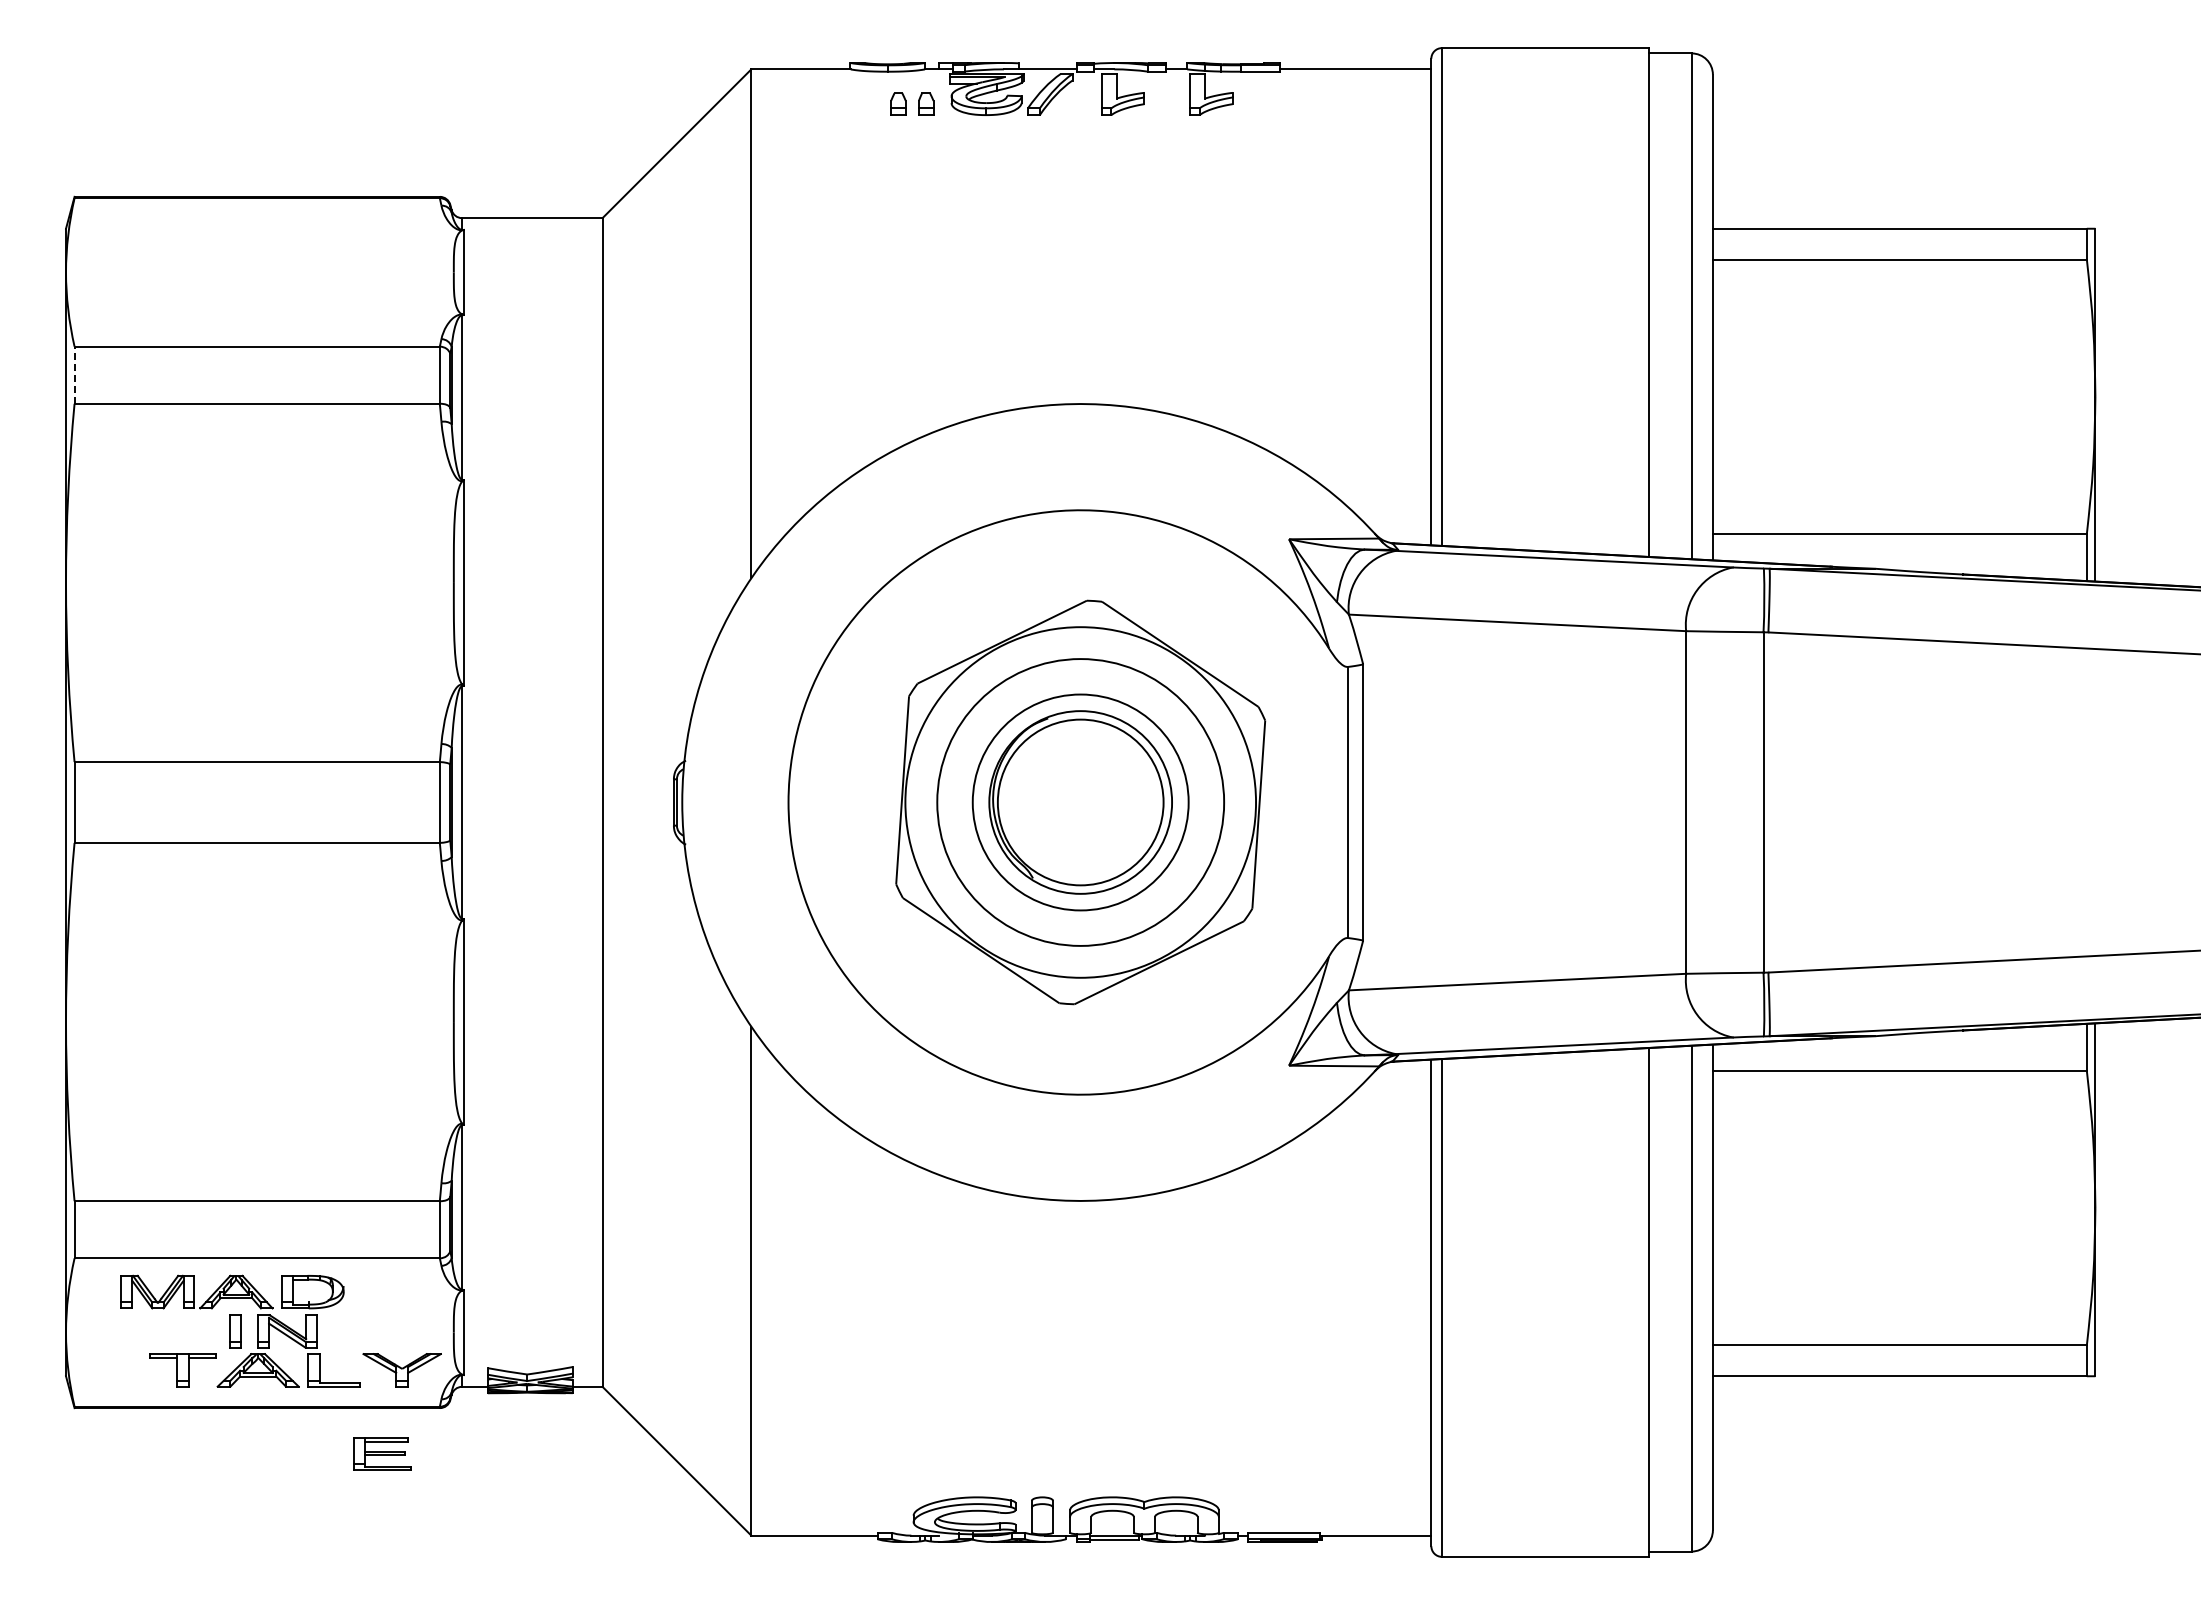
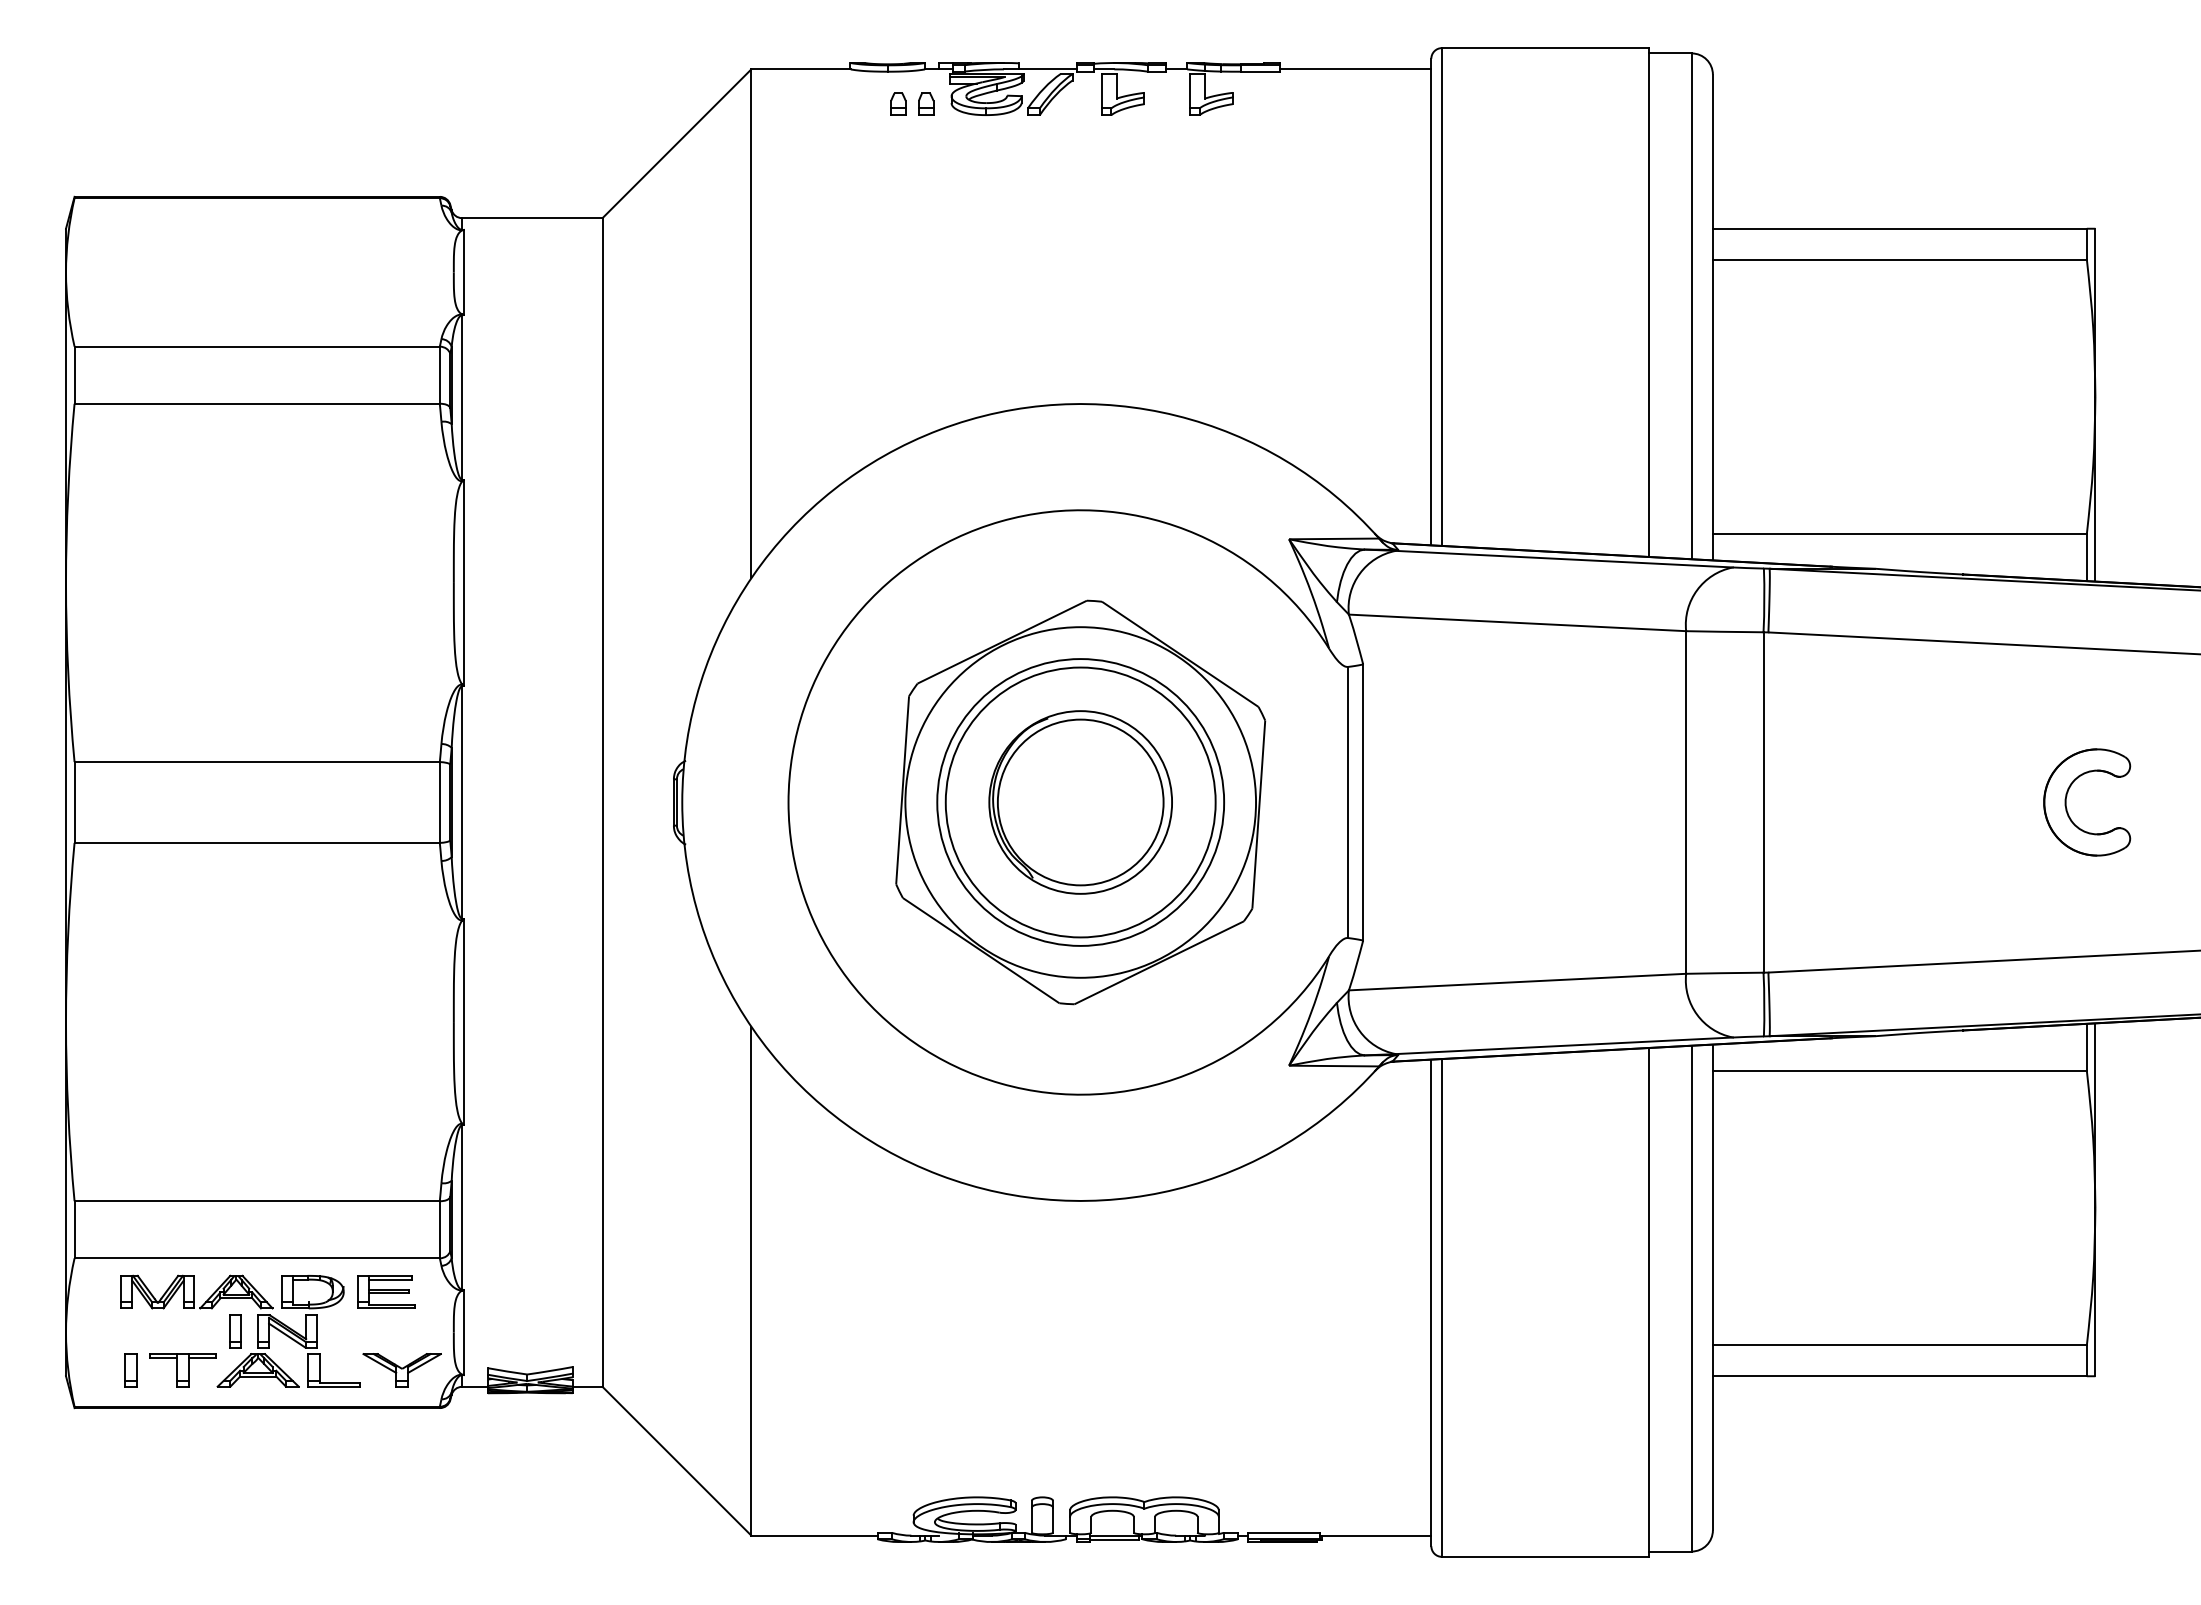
line at (74, 375): dashed -> solid
part at (2067, 796): none -> present
circle at (1080, 802) diameter: 216 px -> 270 px
part at (130, 1370): none -> present
part at (382, 1453) position: (382, 1453) -> (386, 1291)
